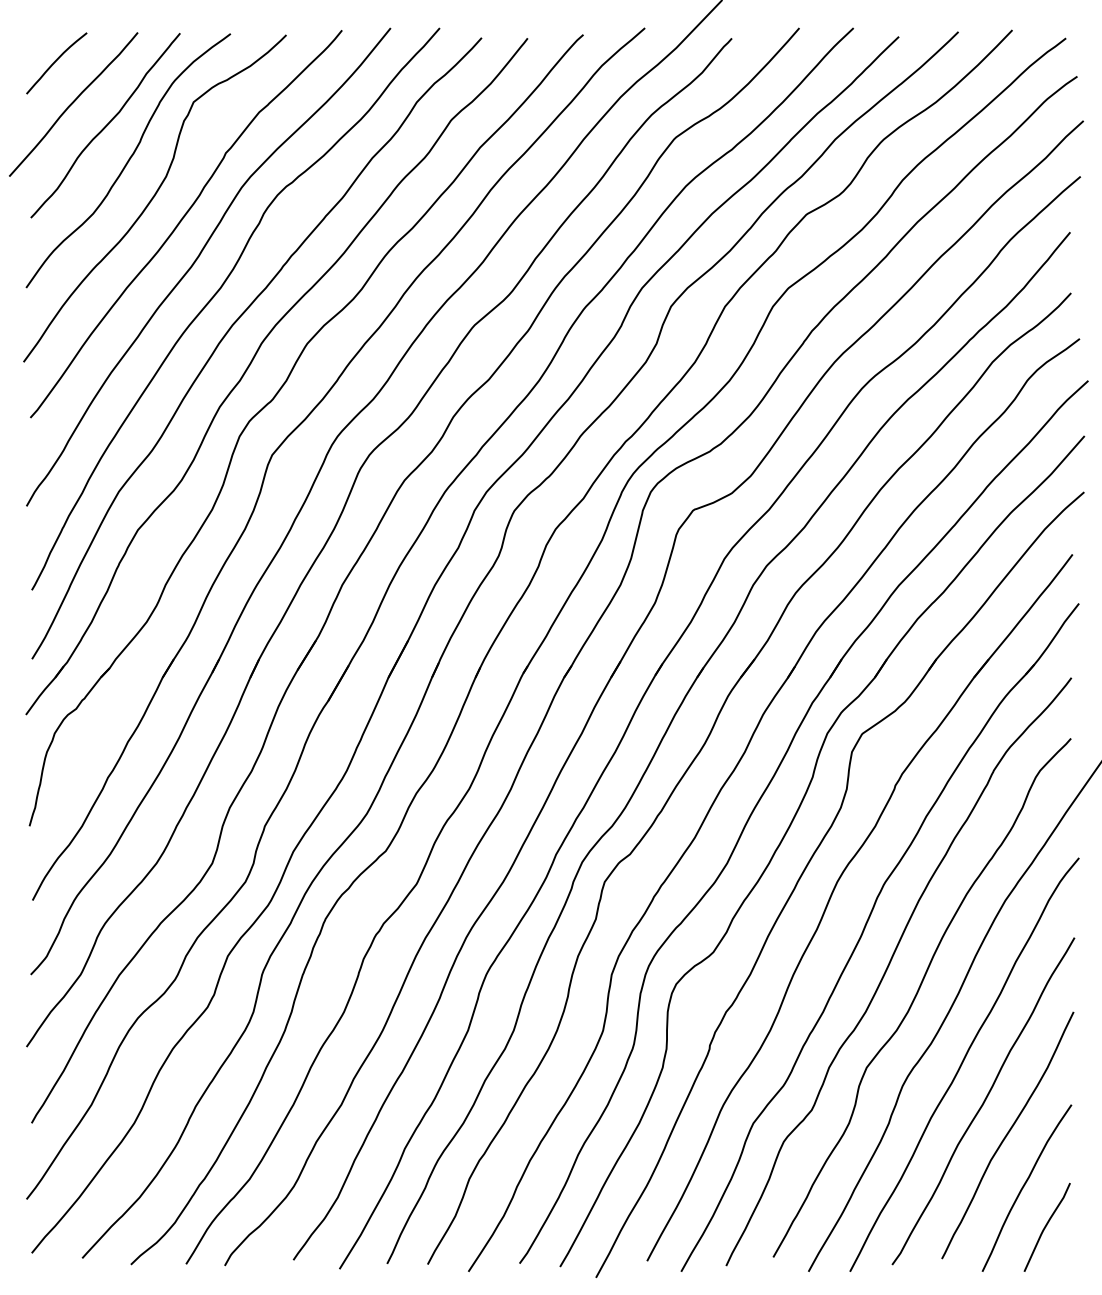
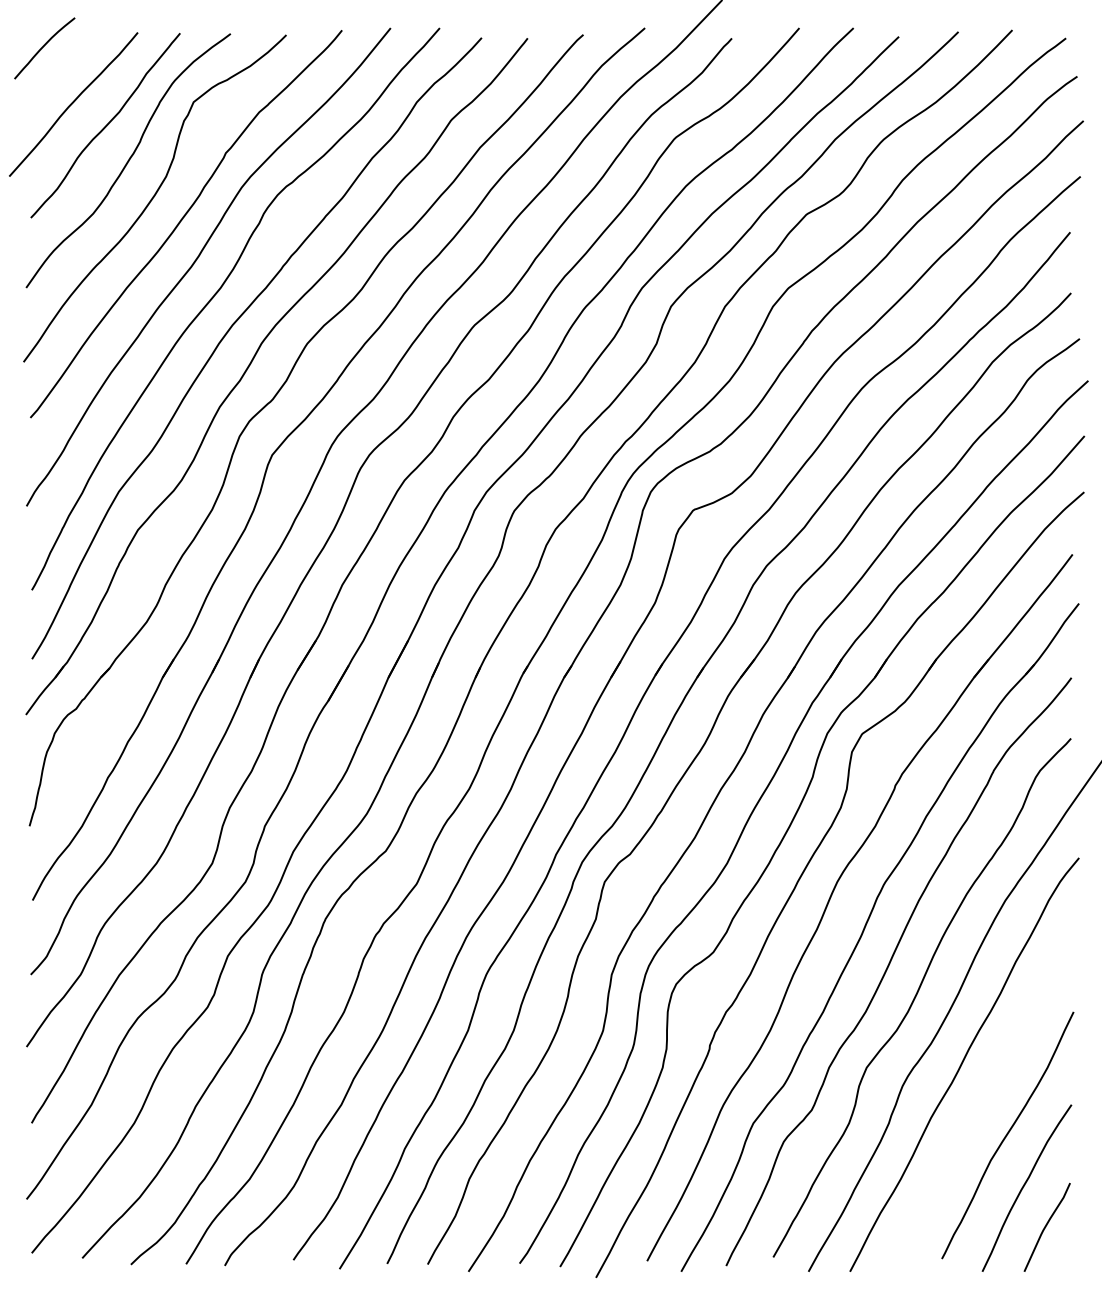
curve at (55, 62) position: (55, 62) -> (43, 47)
curve at (983, 1101): present -> none
